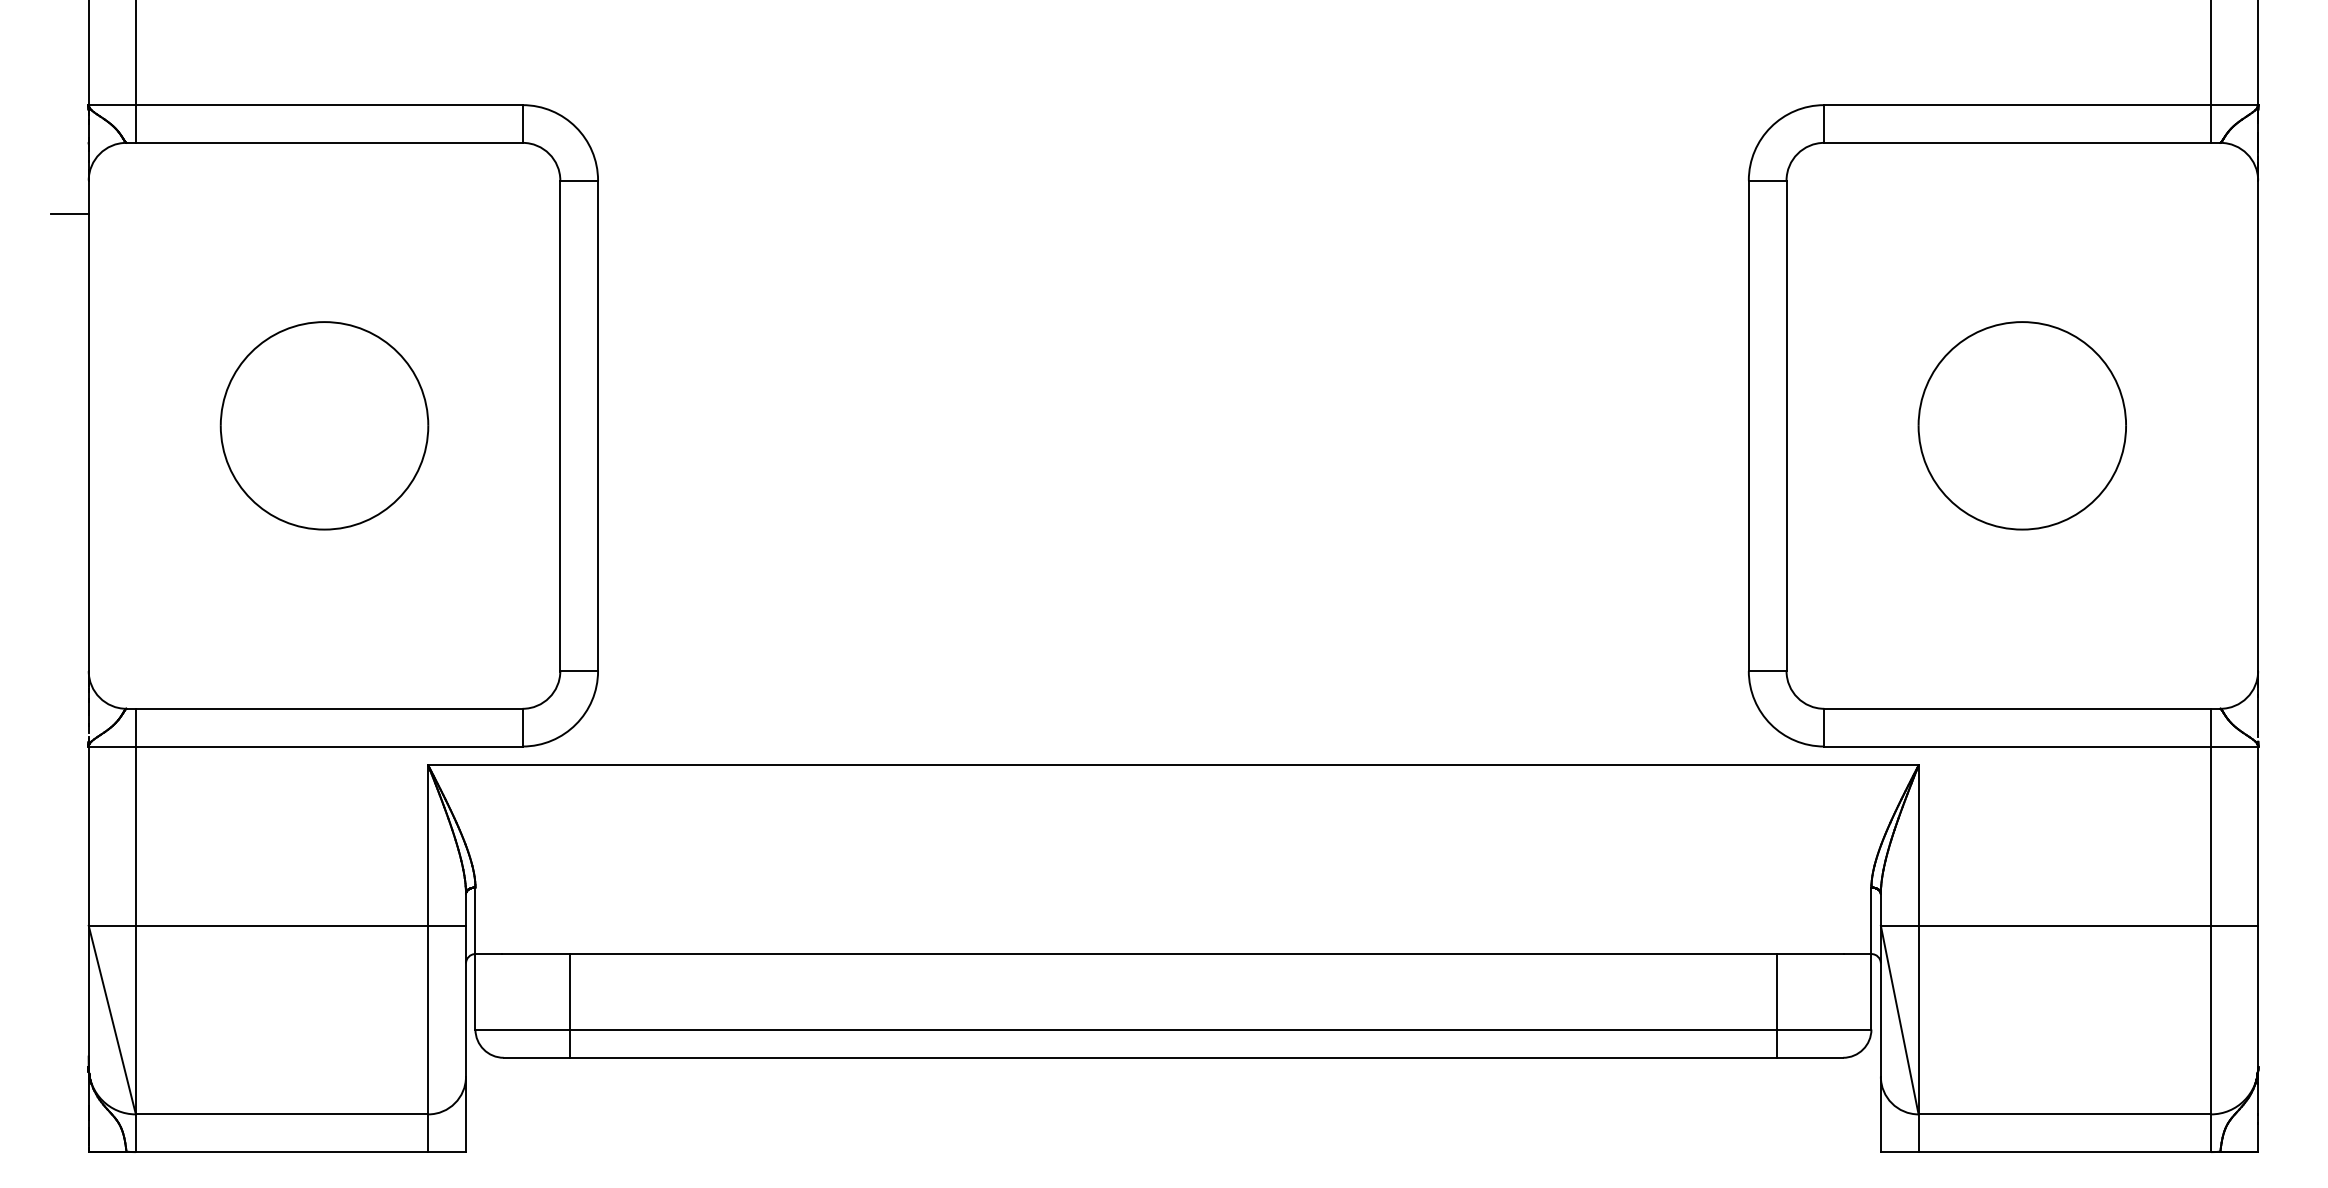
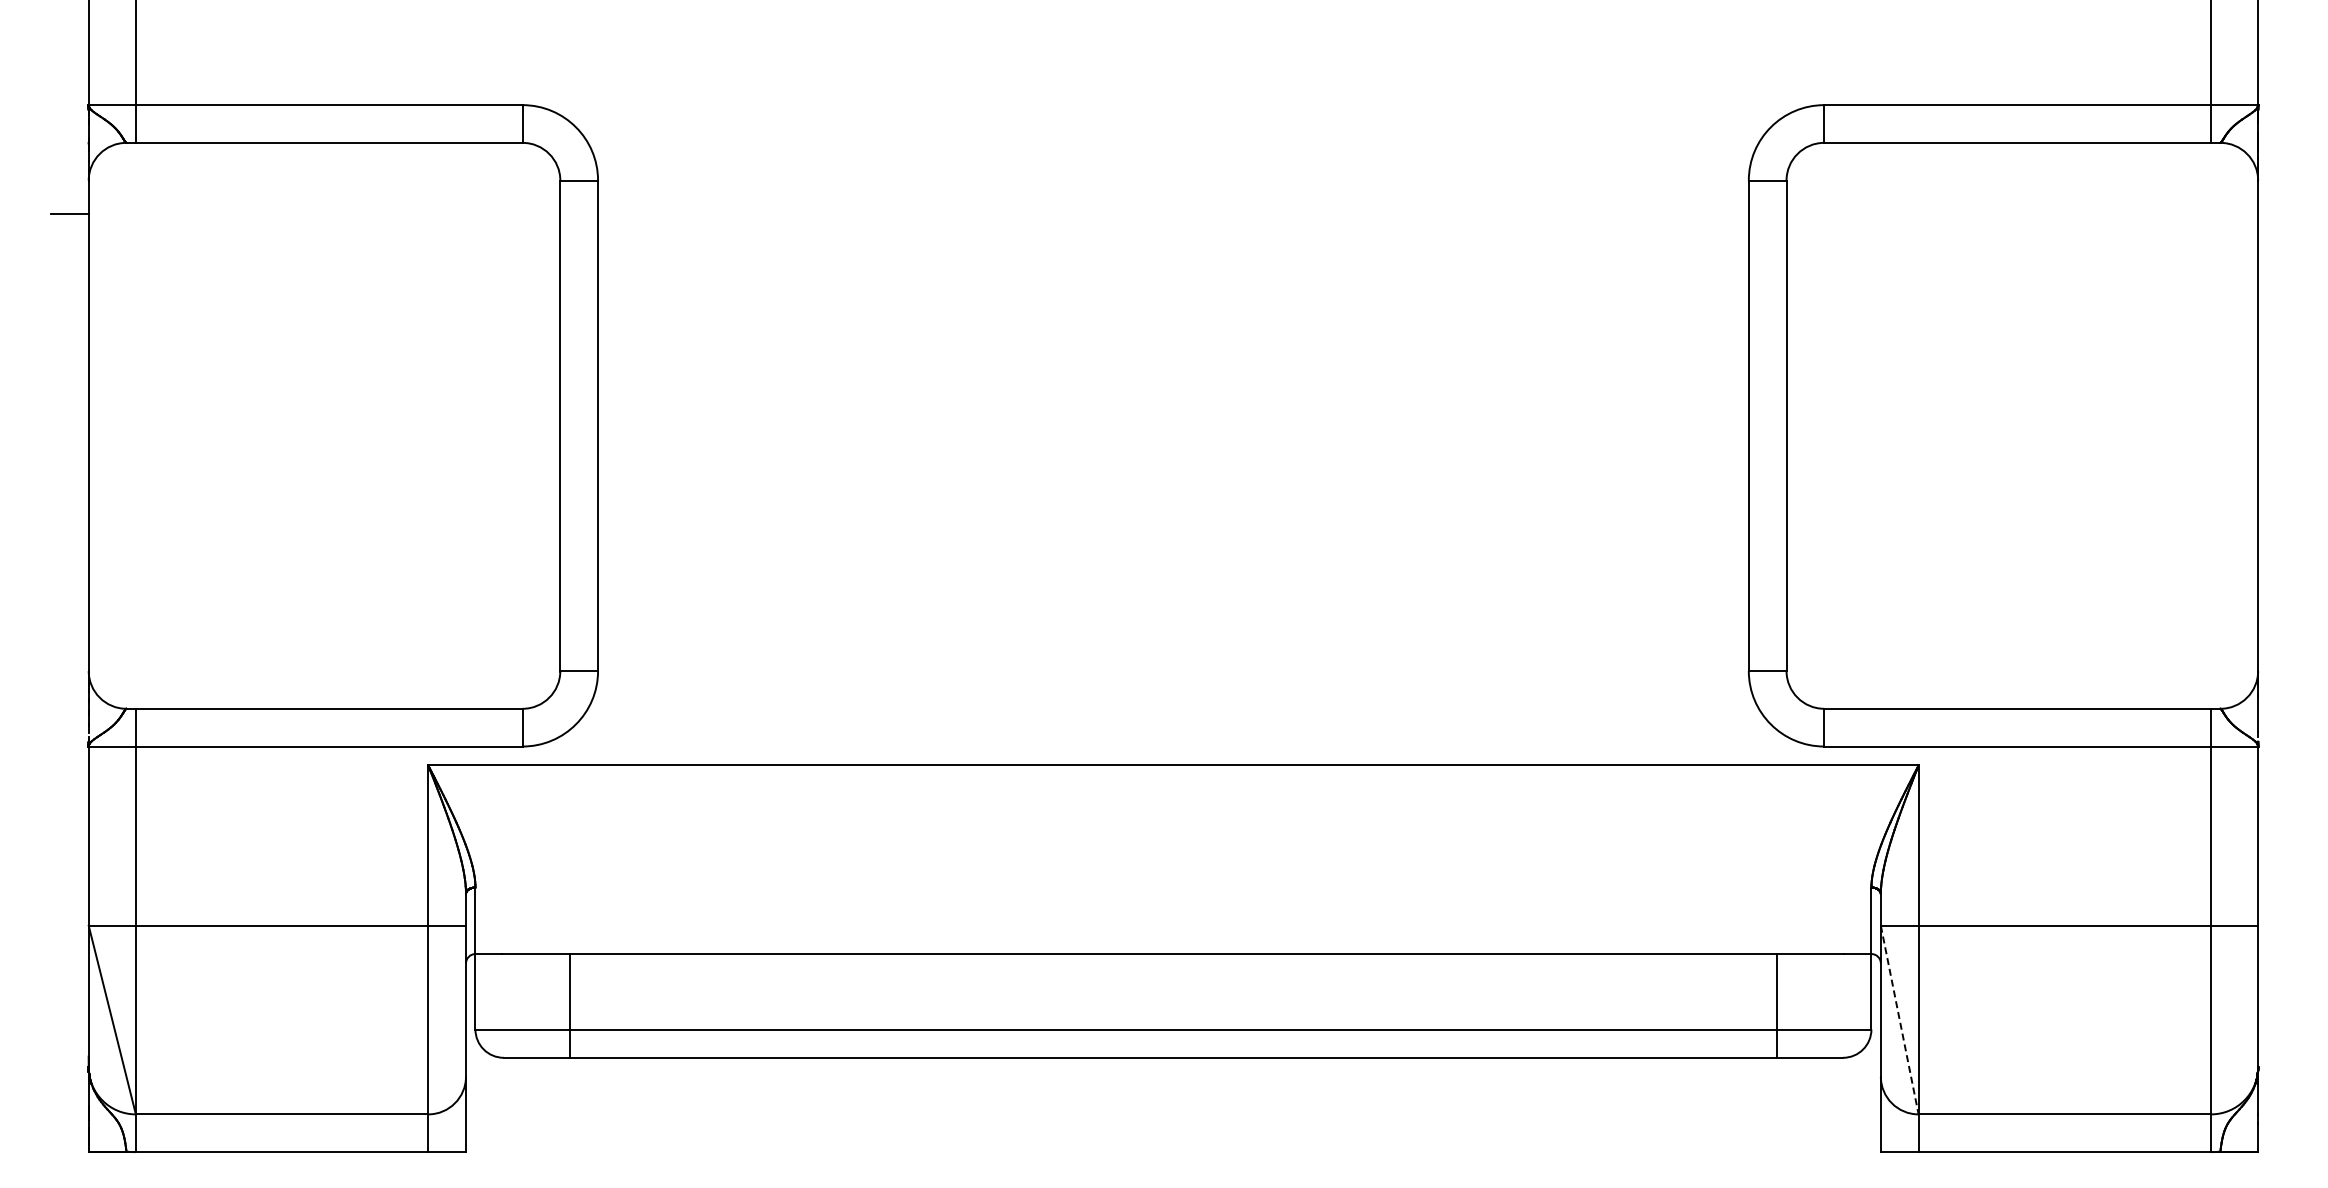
part at (324, 425): present -> none
part at (2021, 425): present -> none
line at (1899, 1020): solid -> dashed
